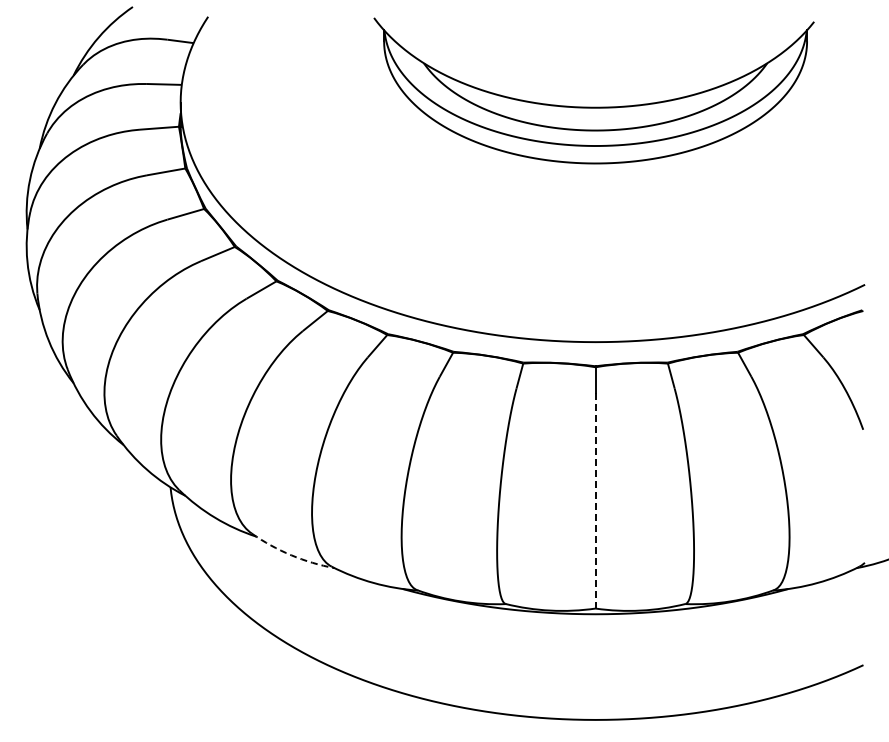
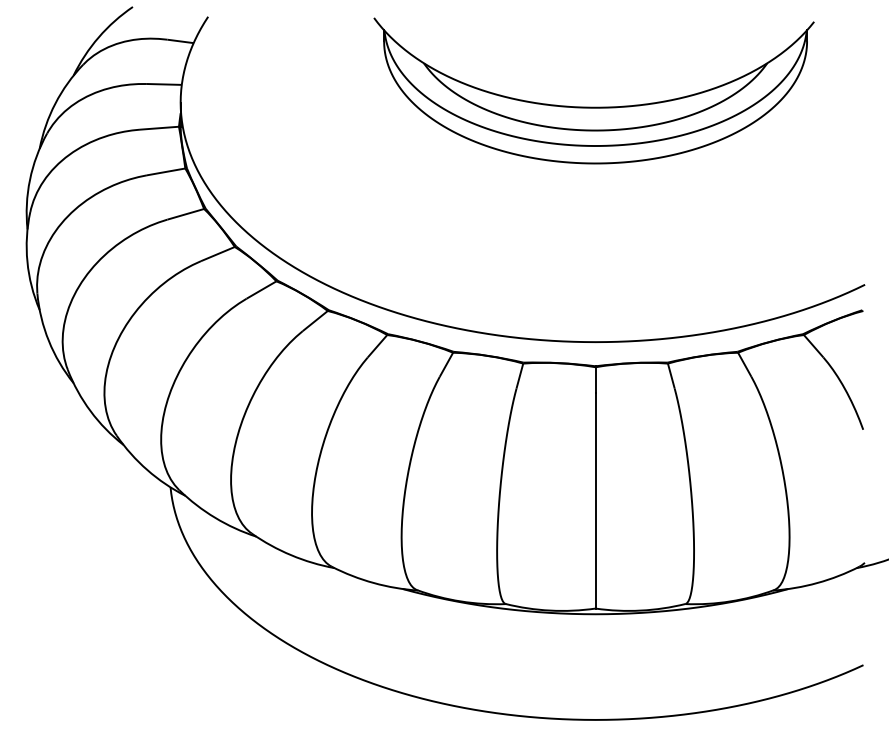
line at (595, 500): dashed -> solid
arc at (291, 555): dashed -> solid
